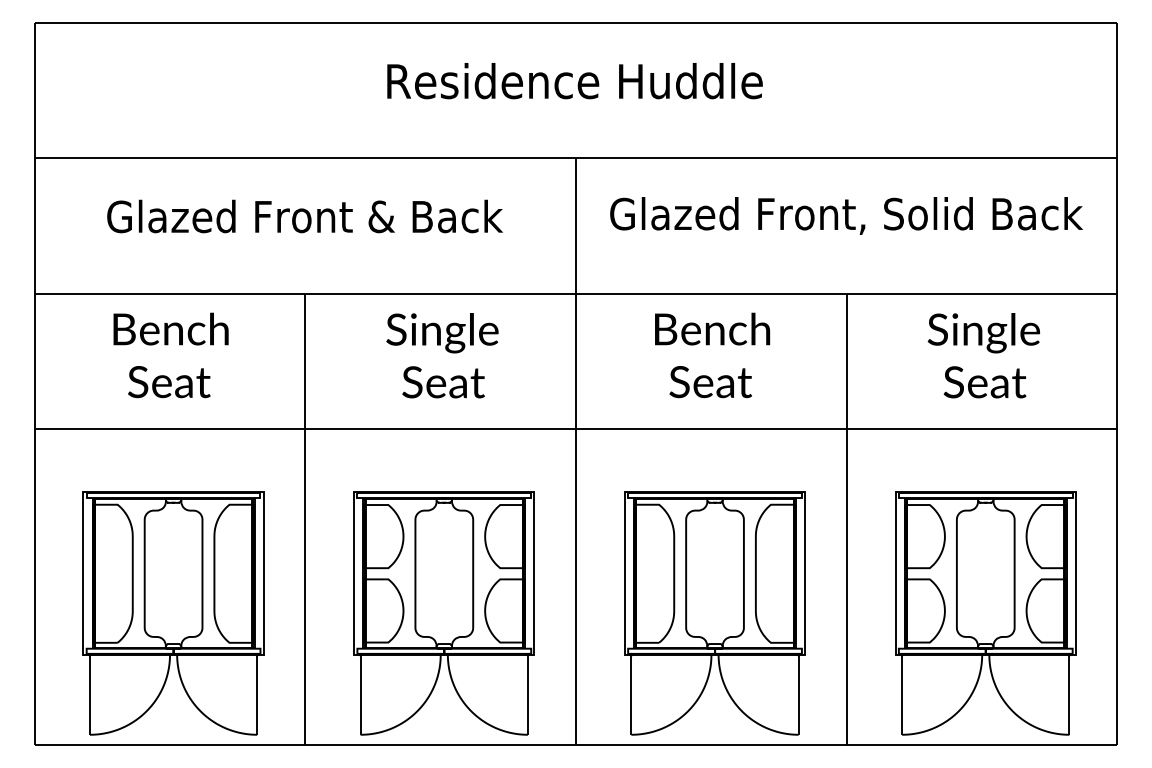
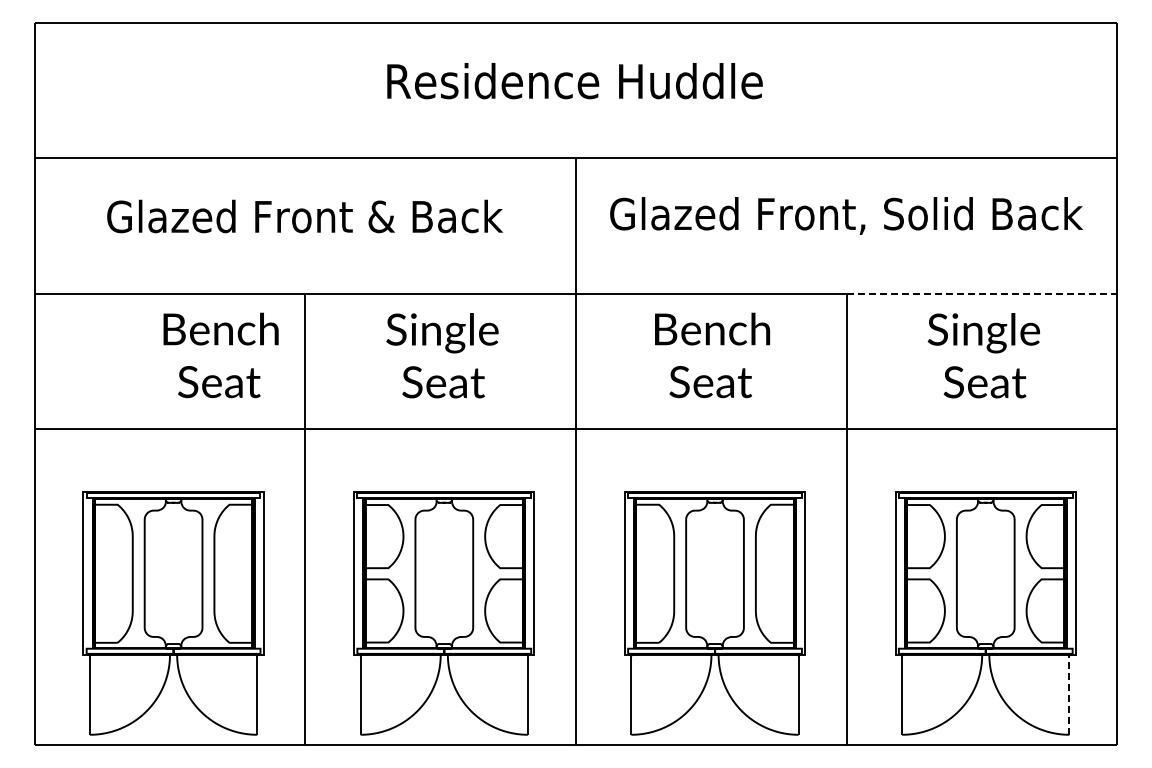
line at (982, 293): solid -> dashed
text at (170, 355) position: (170, 355) -> (220, 355)
line at (1069, 694): solid -> dashed
